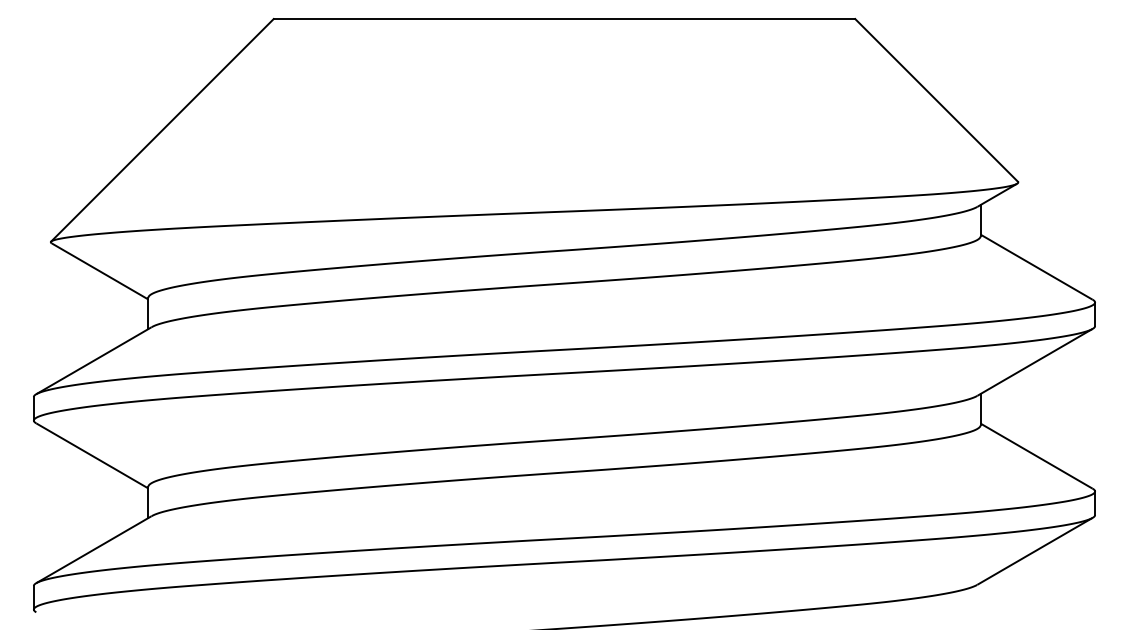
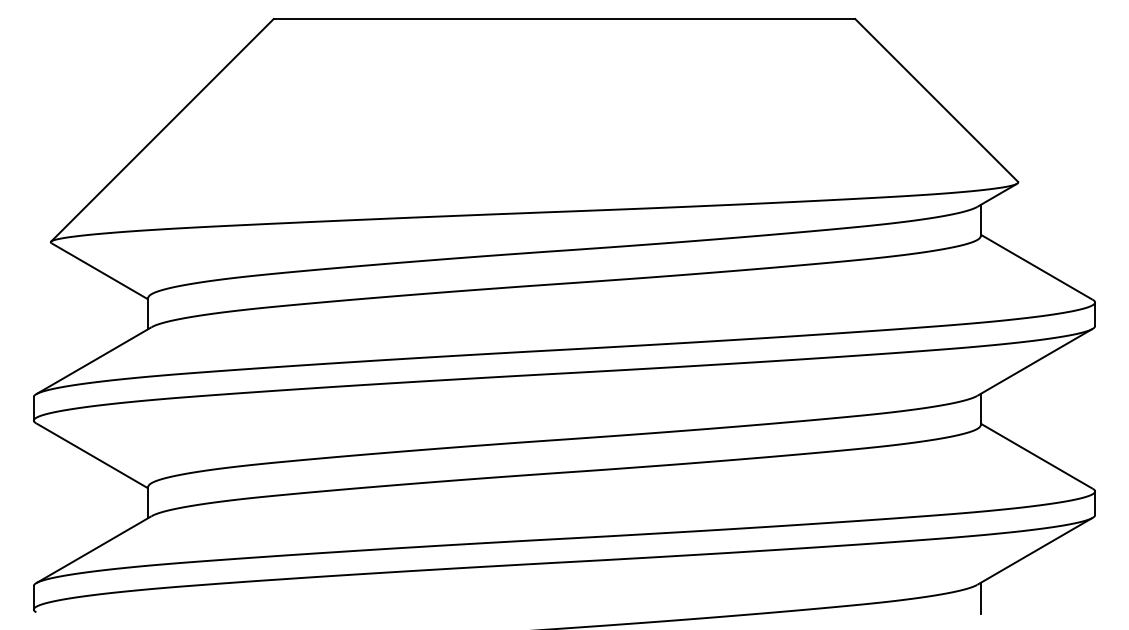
line at (980, 598): none -> present
